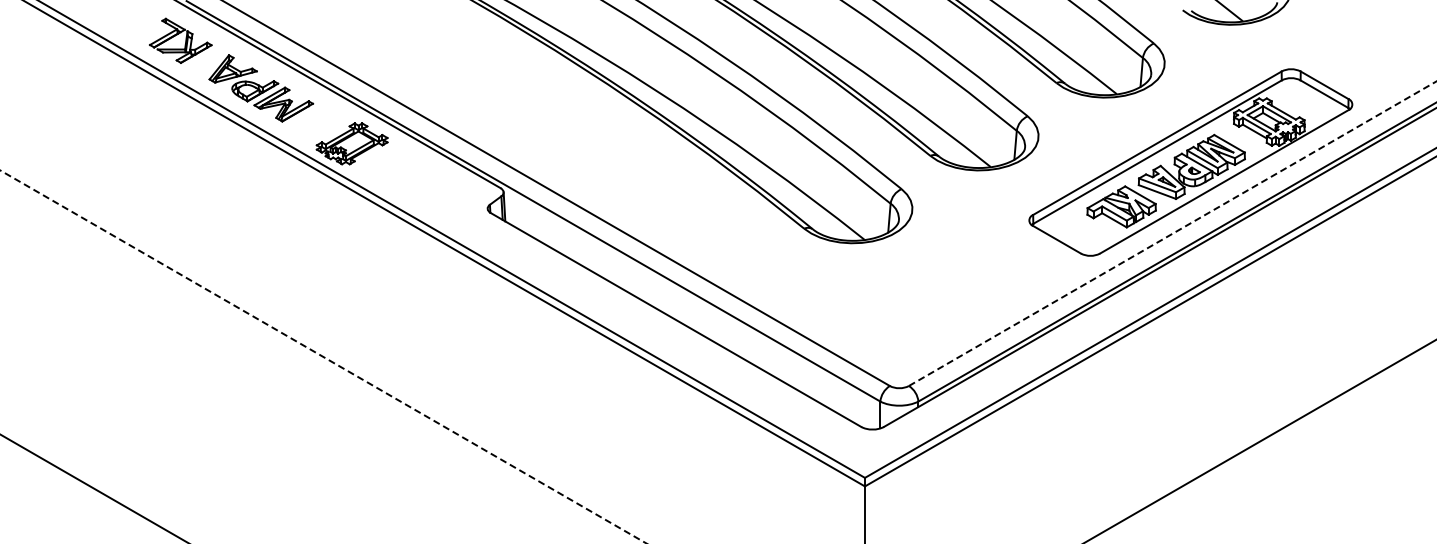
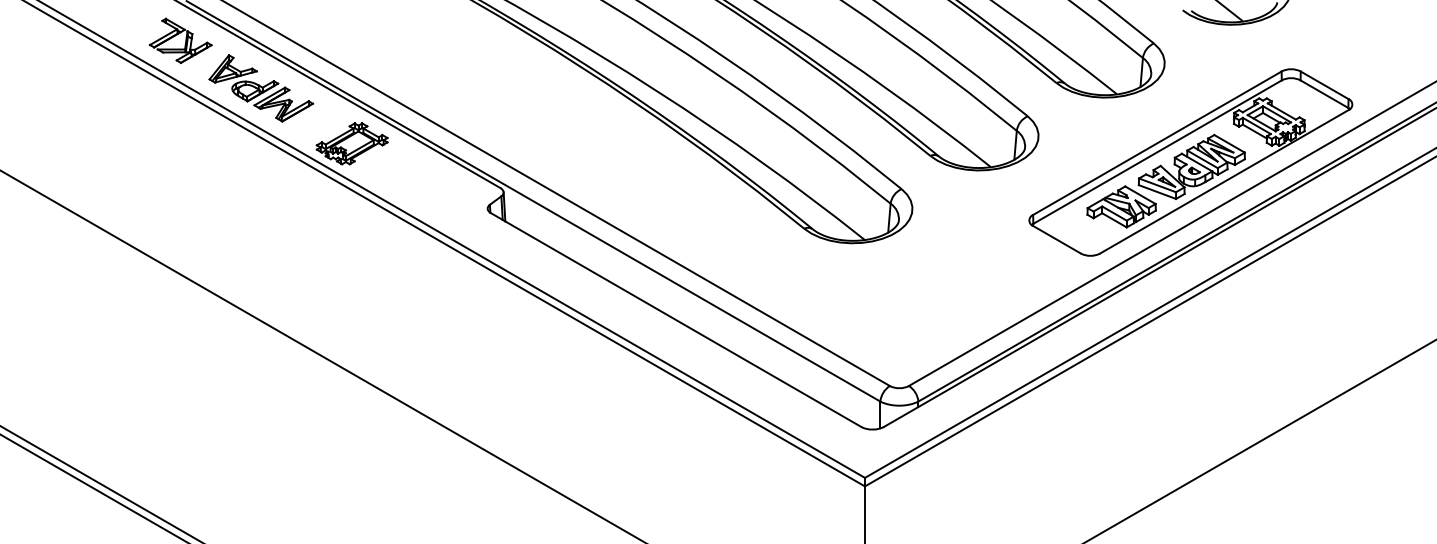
line at (1173, 233): dashed -> solid
line at (323, 357): dashed -> solid
line at (100, 483): none -> present
